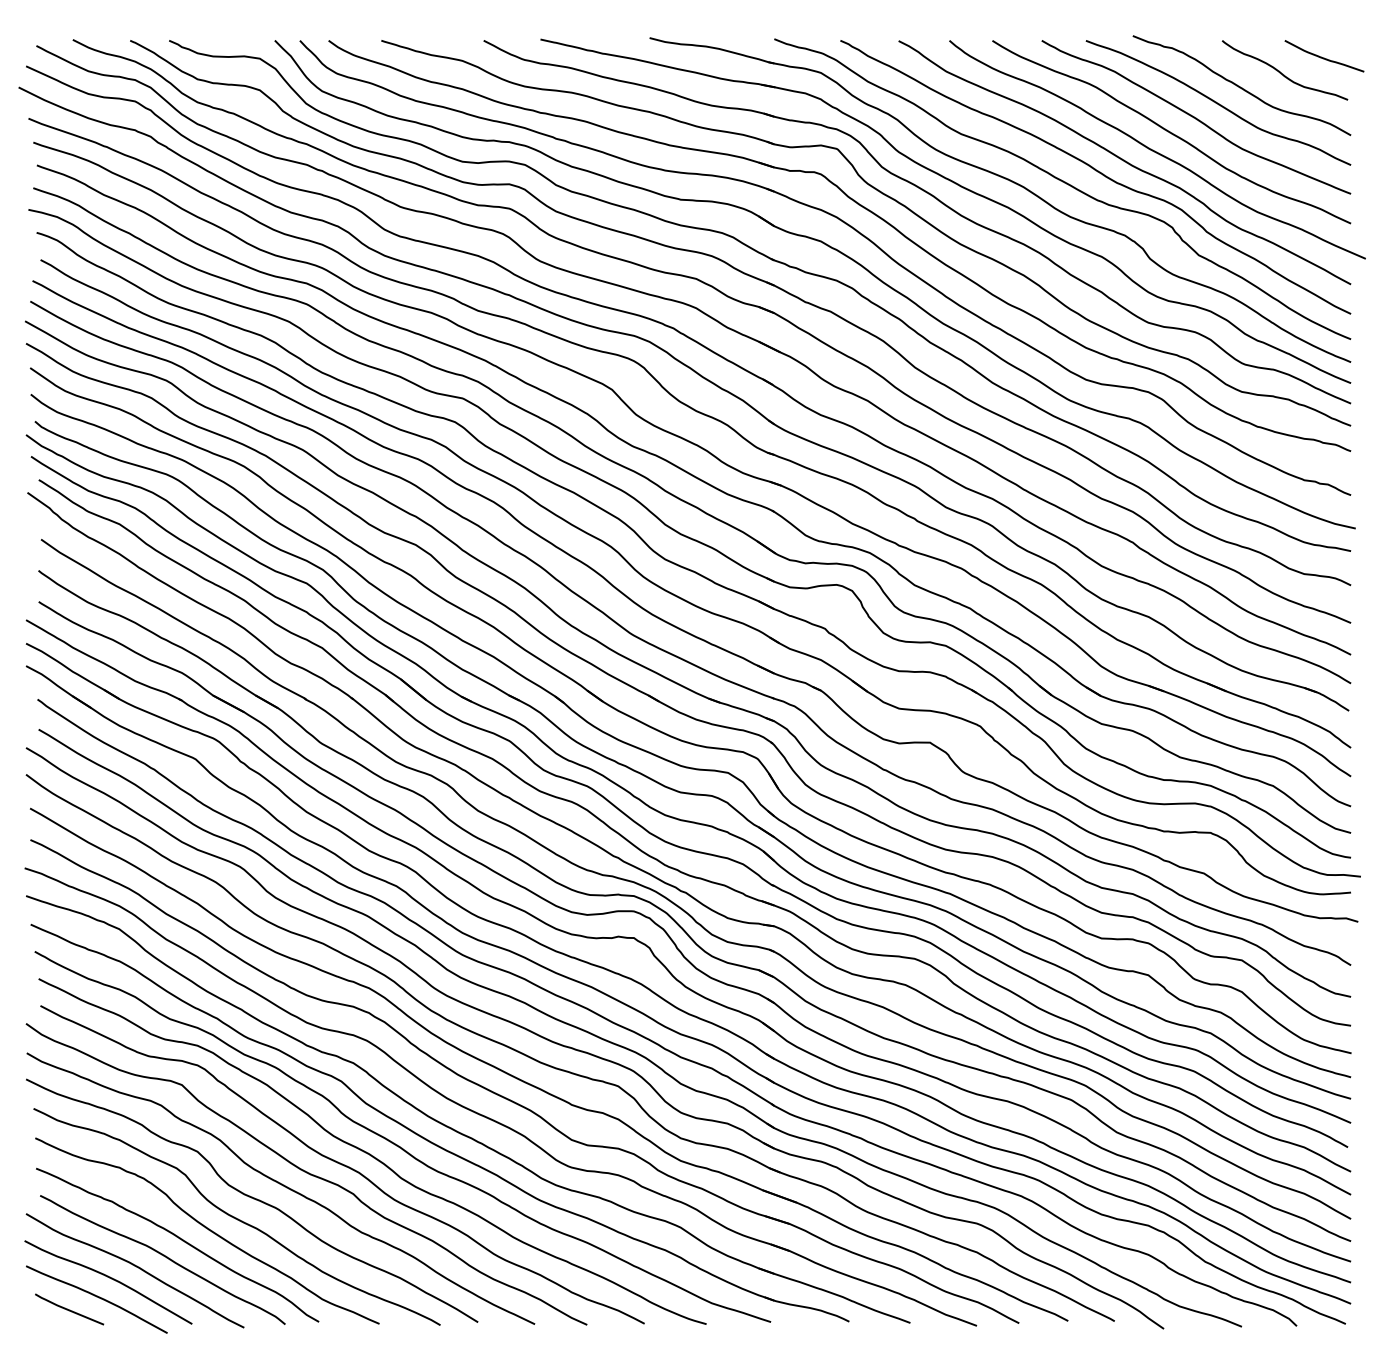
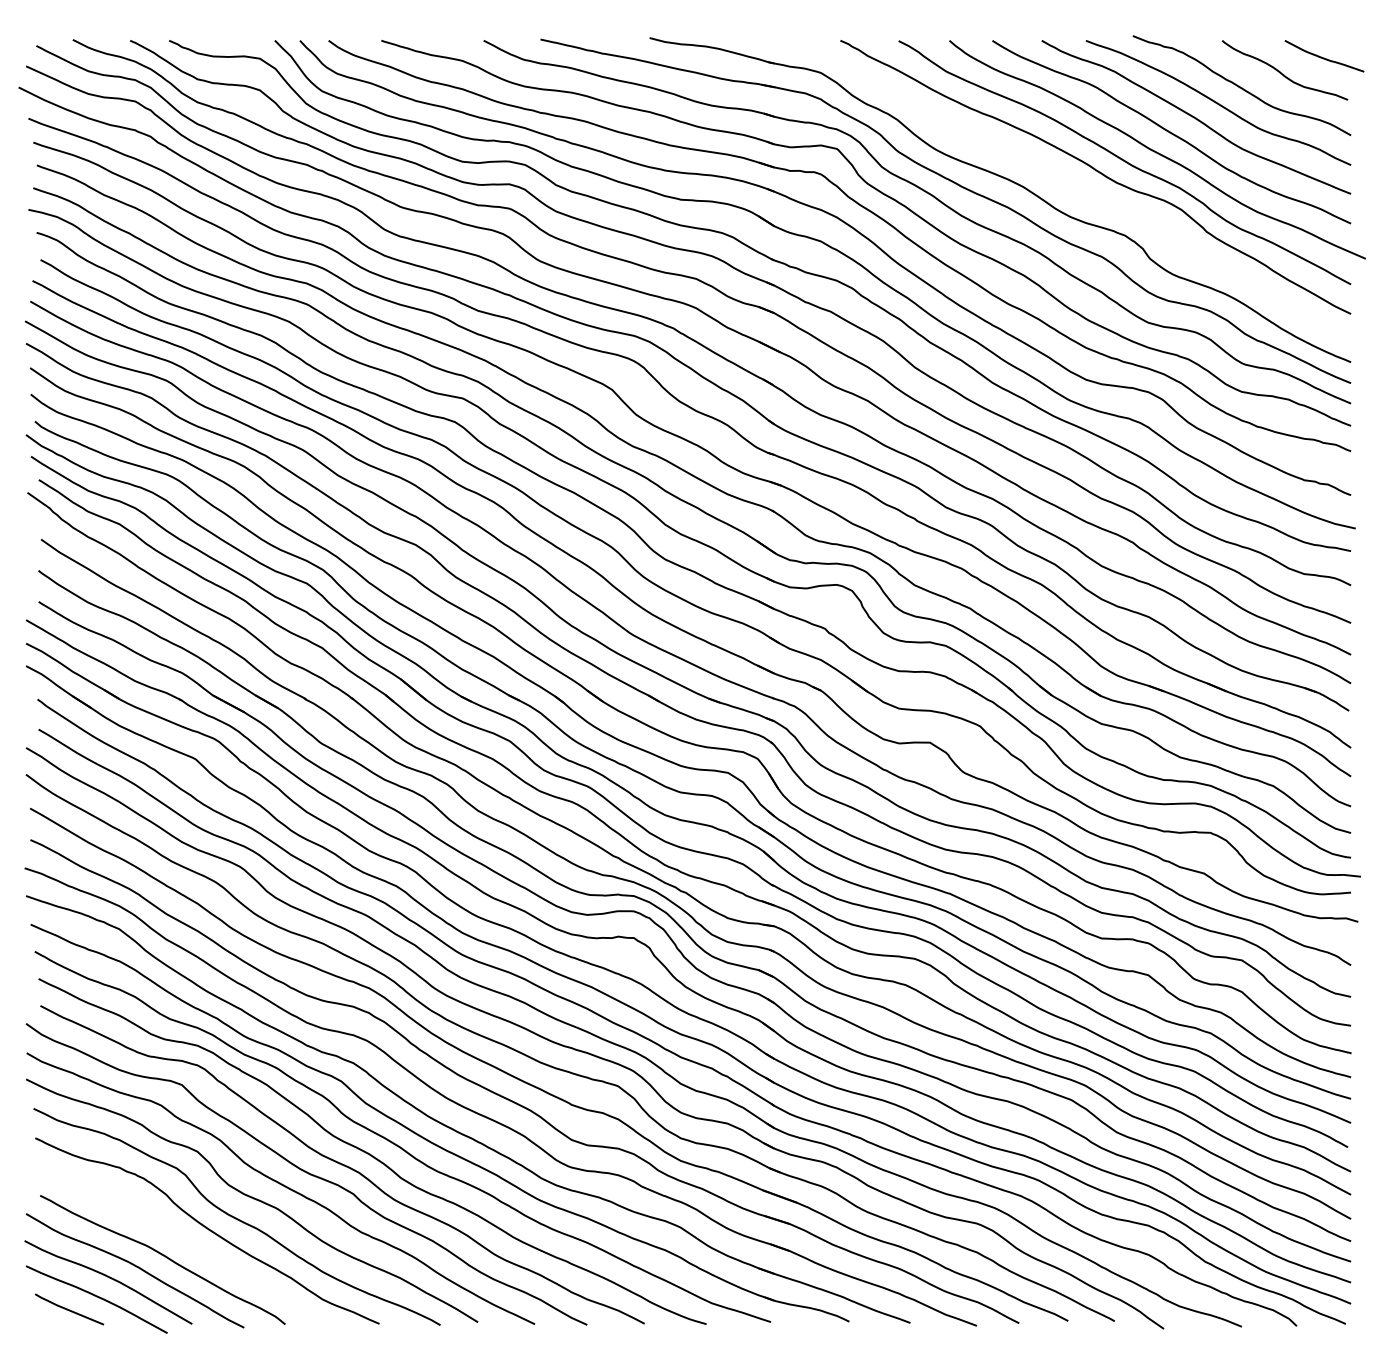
curve at (1064, 183): present -> none
curve at (179, 1239): present -> none
